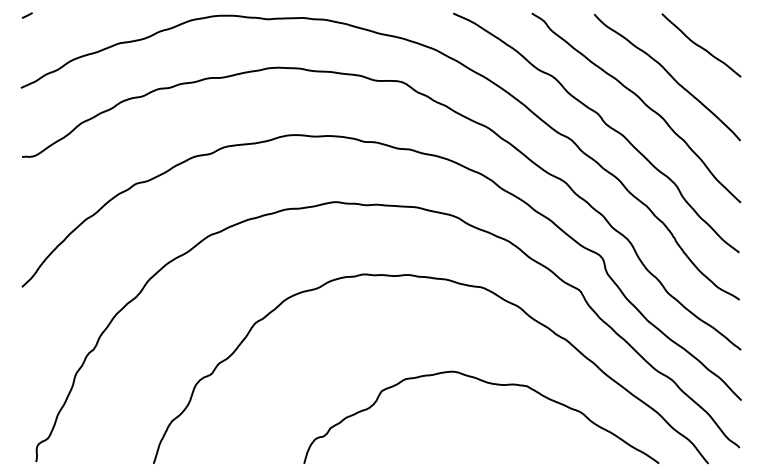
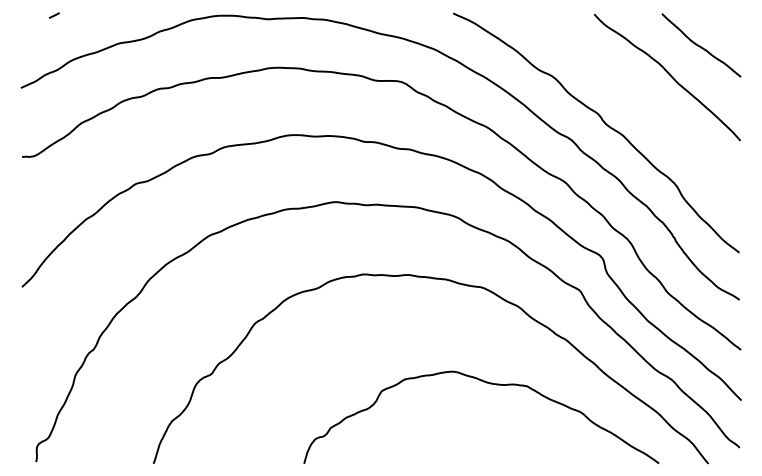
line at (26, 15) position: (26, 15) -> (53, 15)
curve at (641, 101): present -> none
